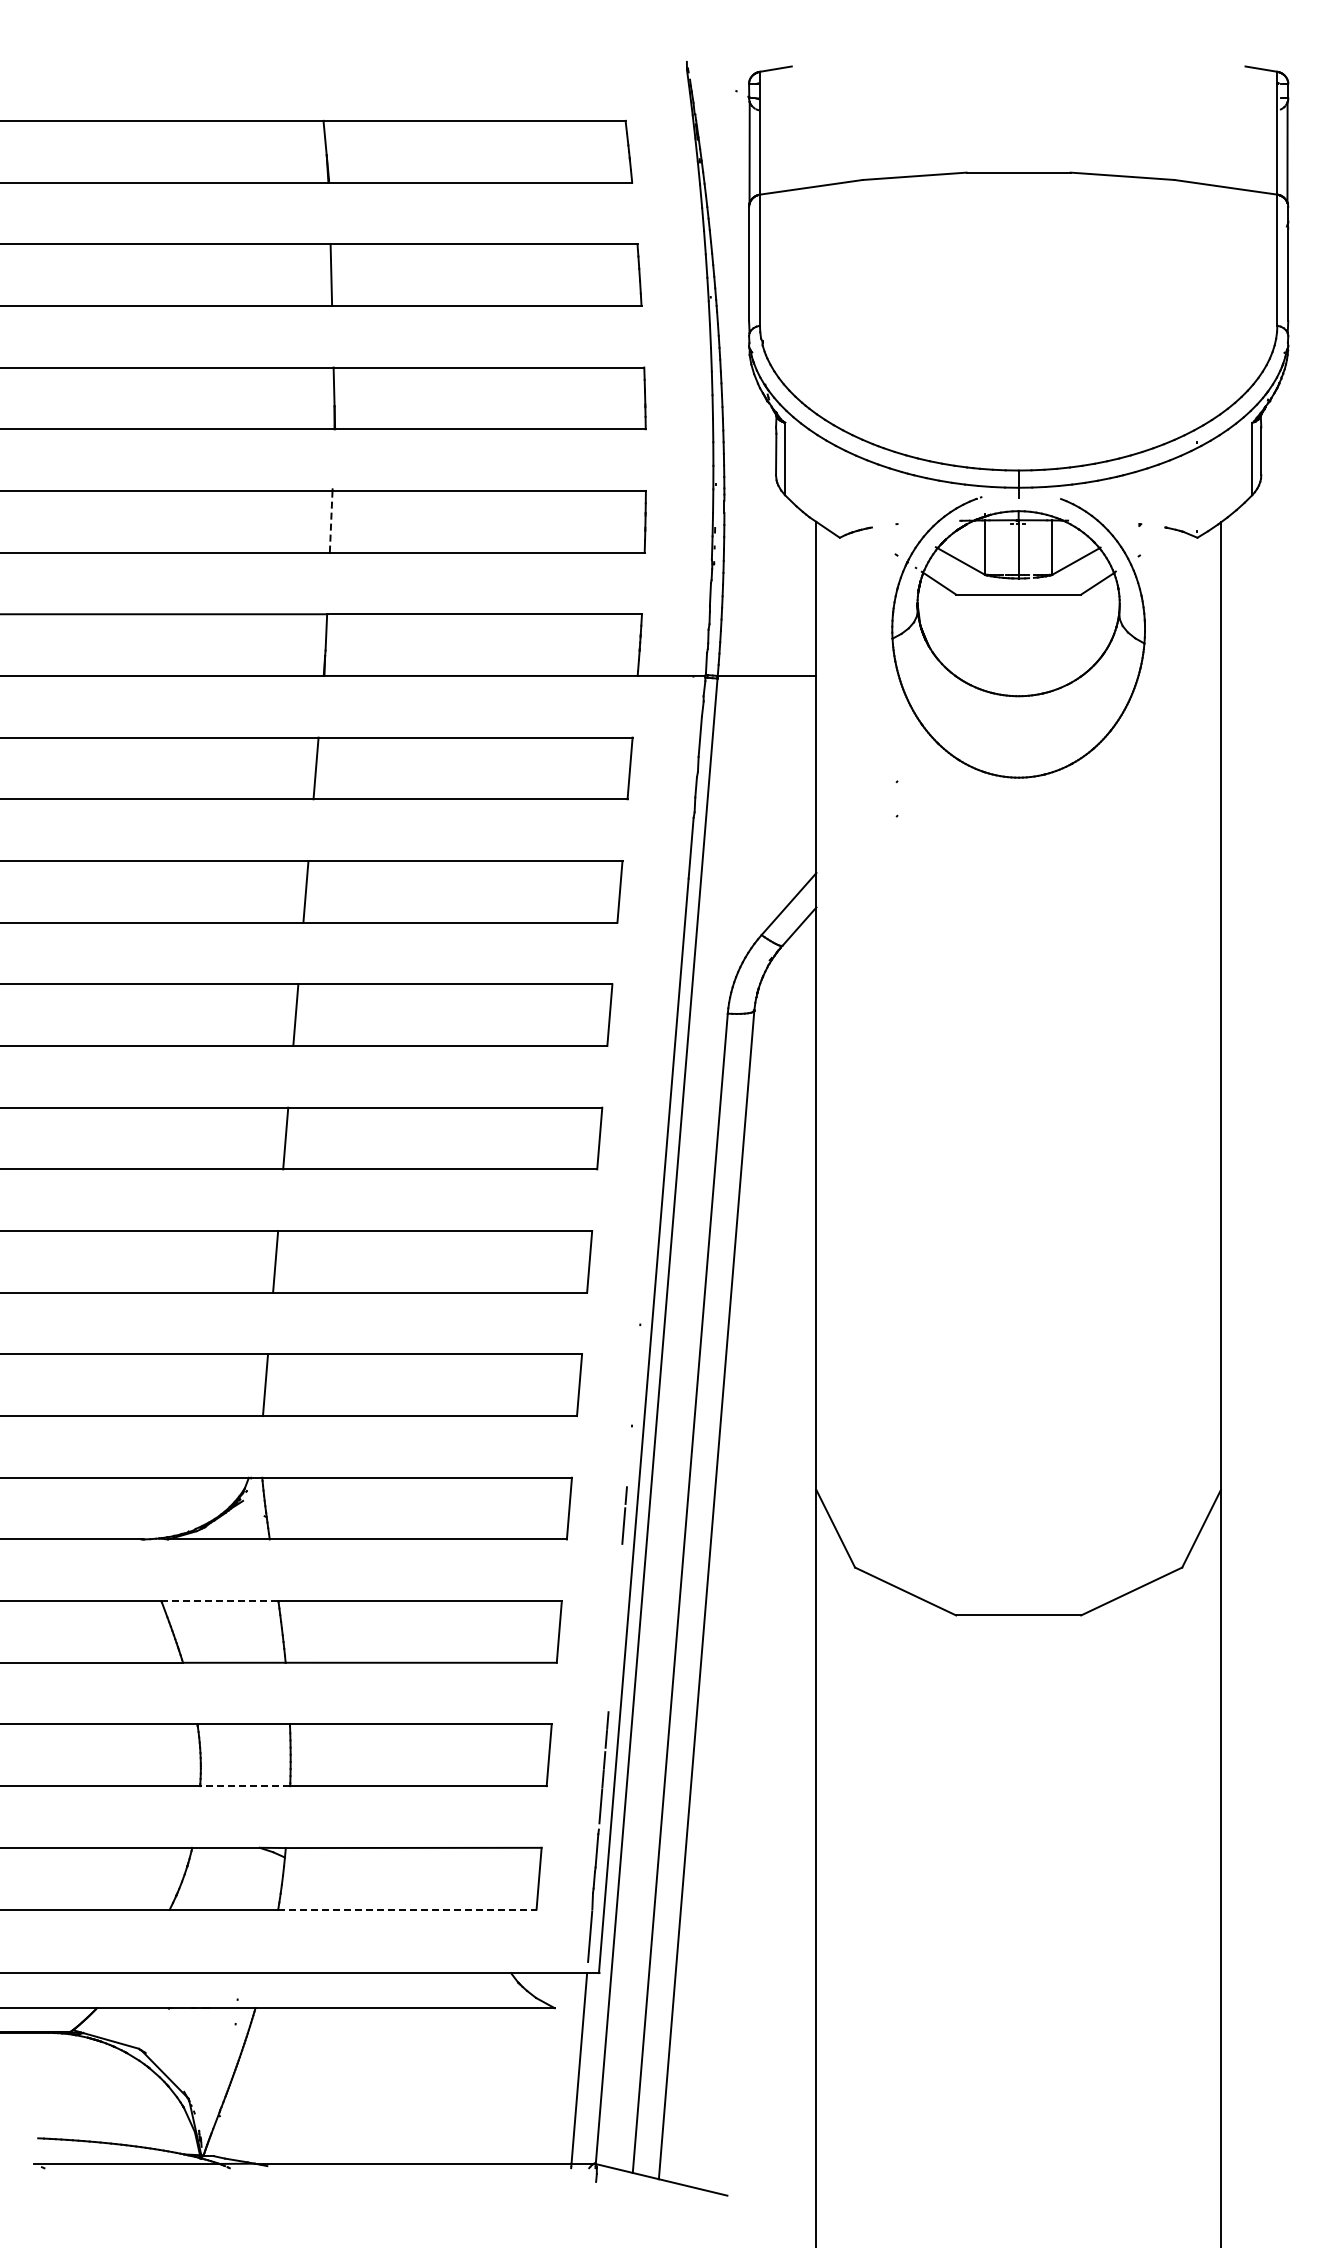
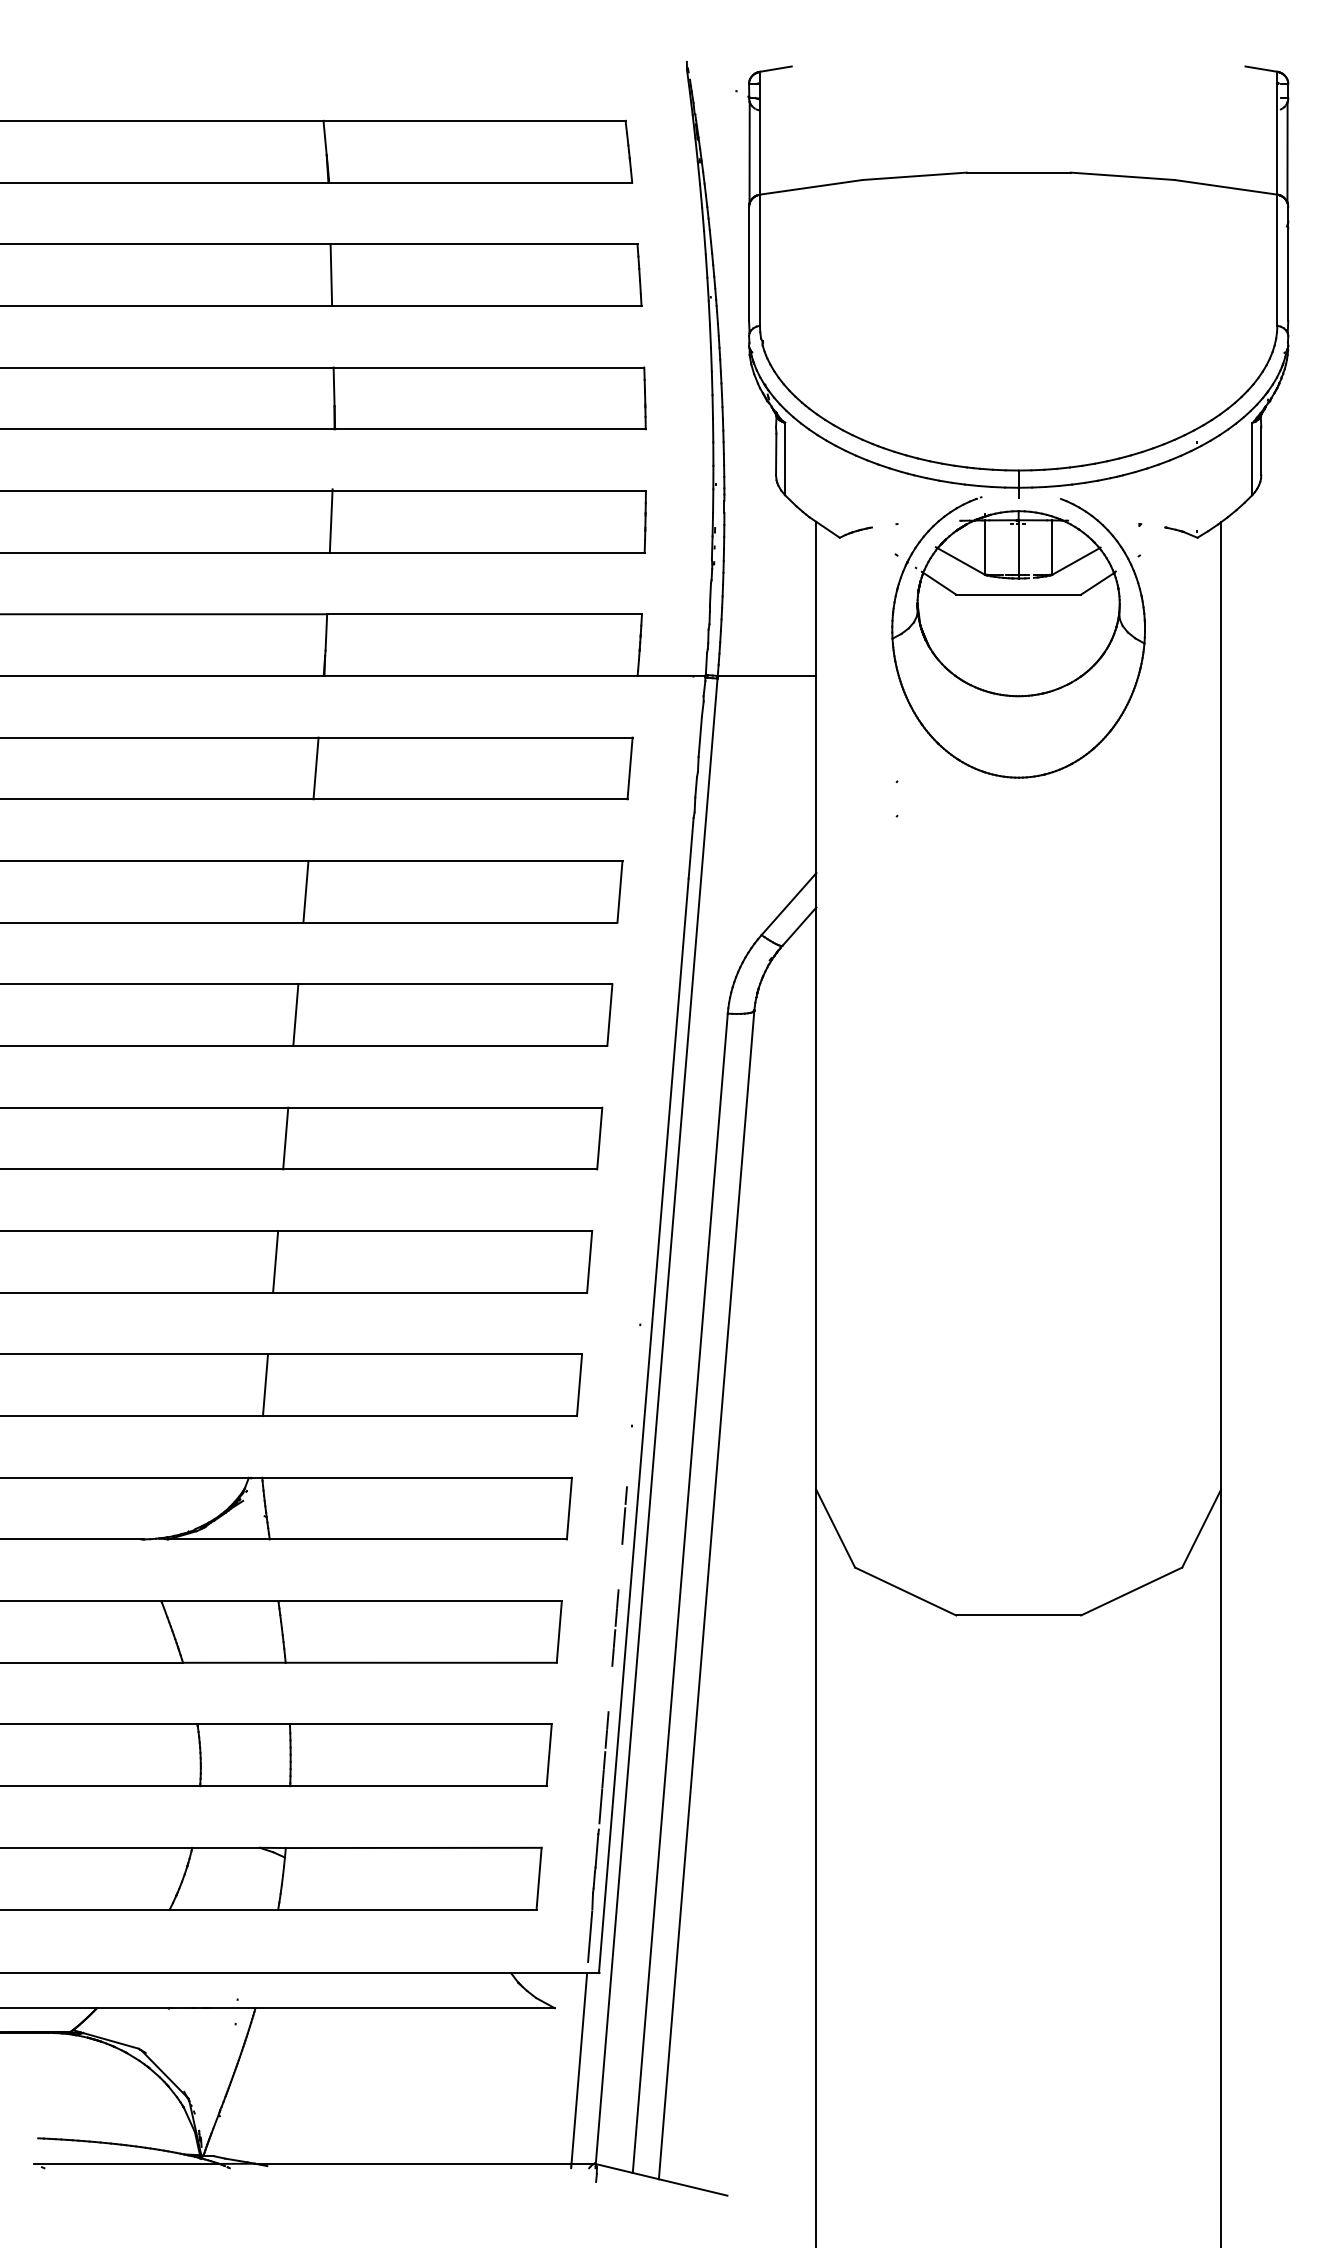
line at (331, 521): dashed -> solid
line at (219, 1601): dashed -> solid
line at (615, 1626): none -> present
line at (244, 1786): dashed -> solid
line at (407, 1909): dashed -> solid
